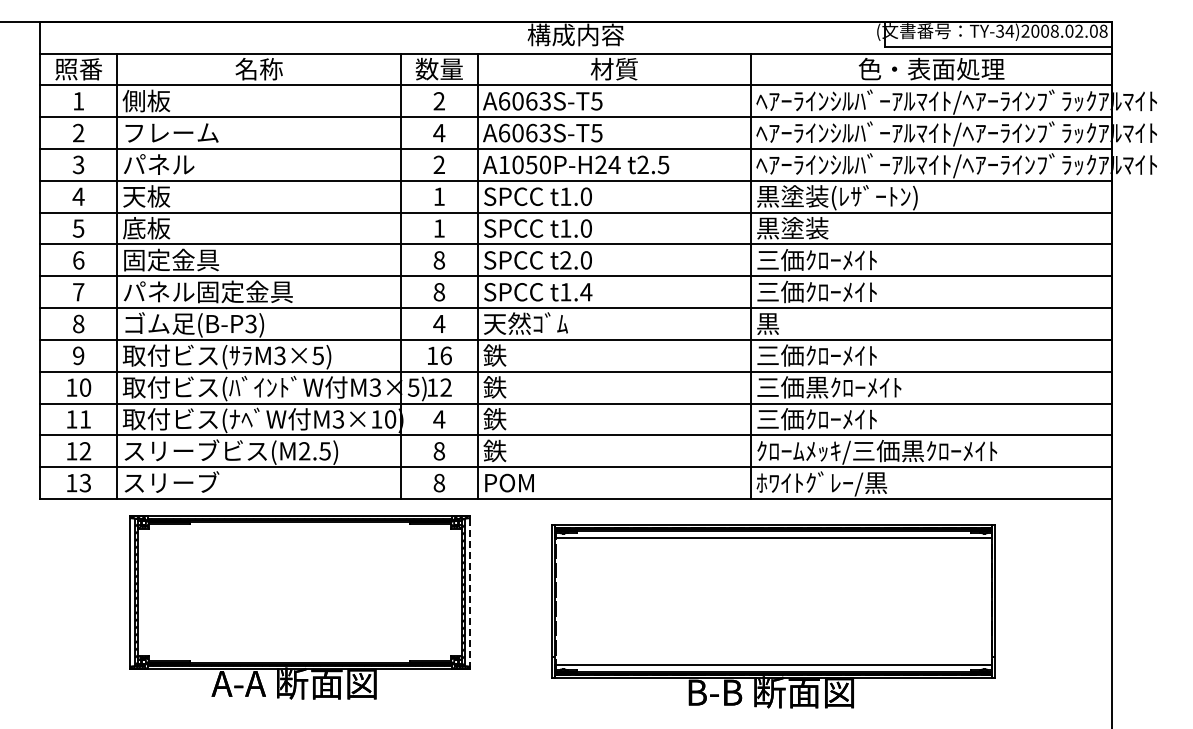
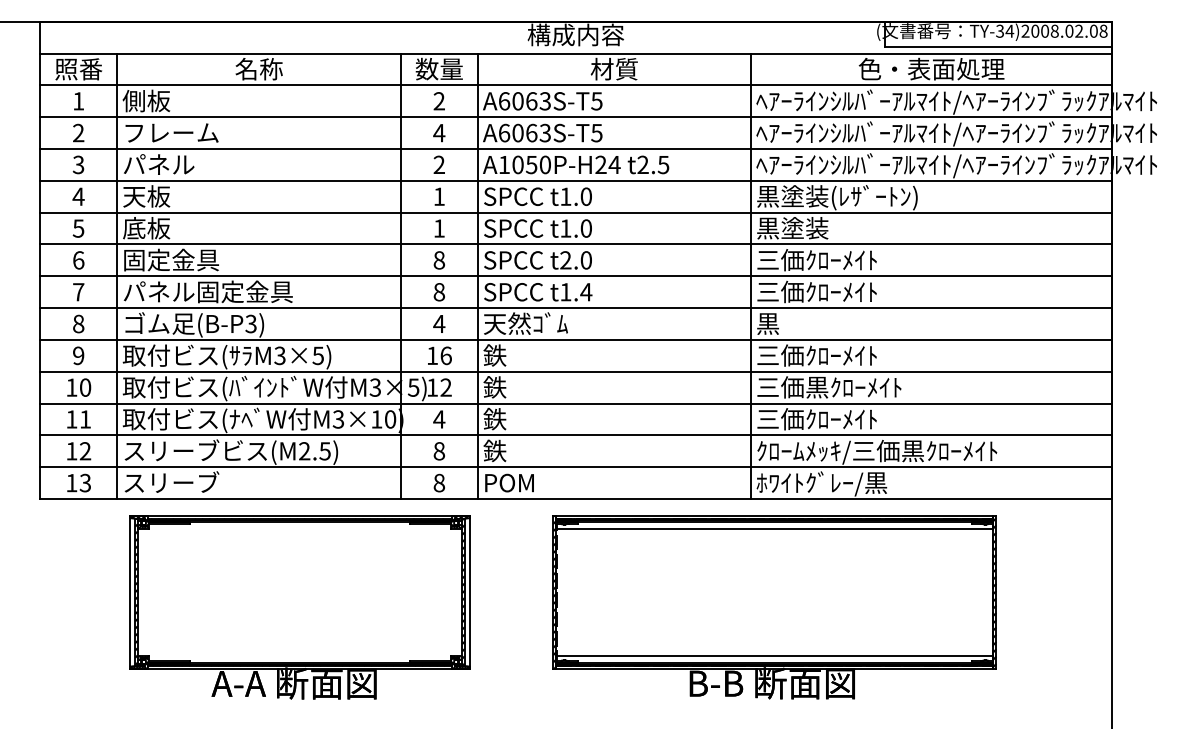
line at (470, 592): dashed -> solid
part at (773, 616) position: (773, 616) -> (774, 607)
